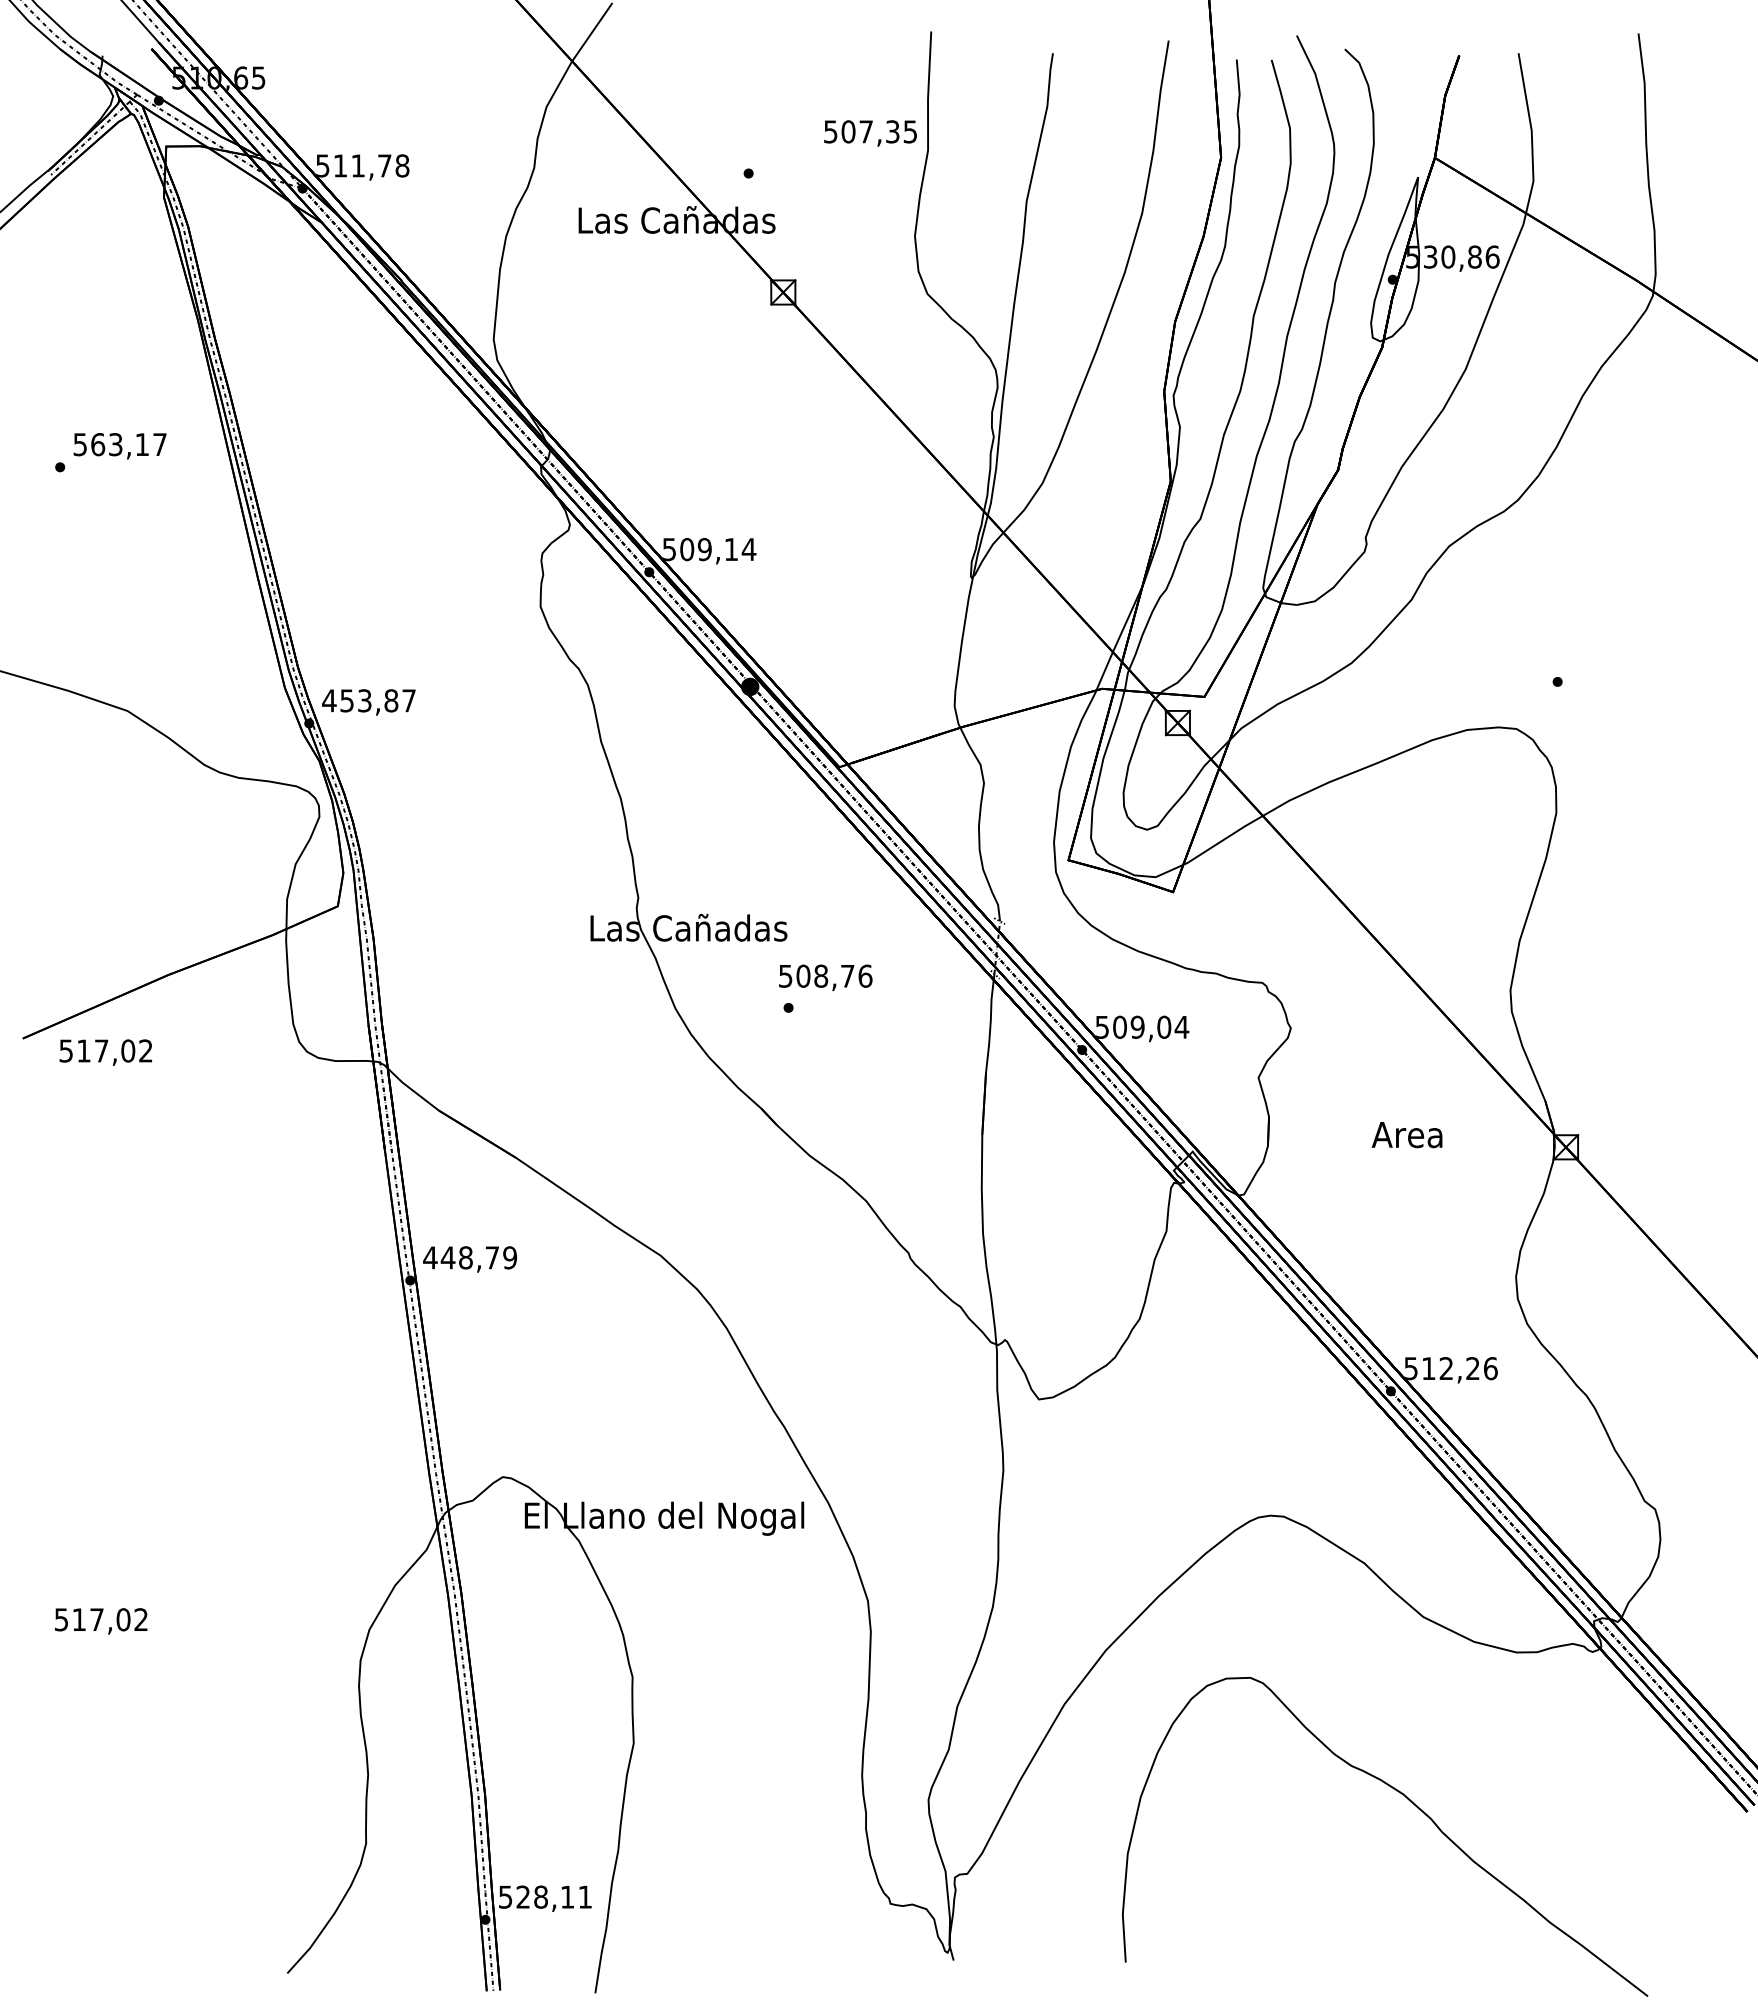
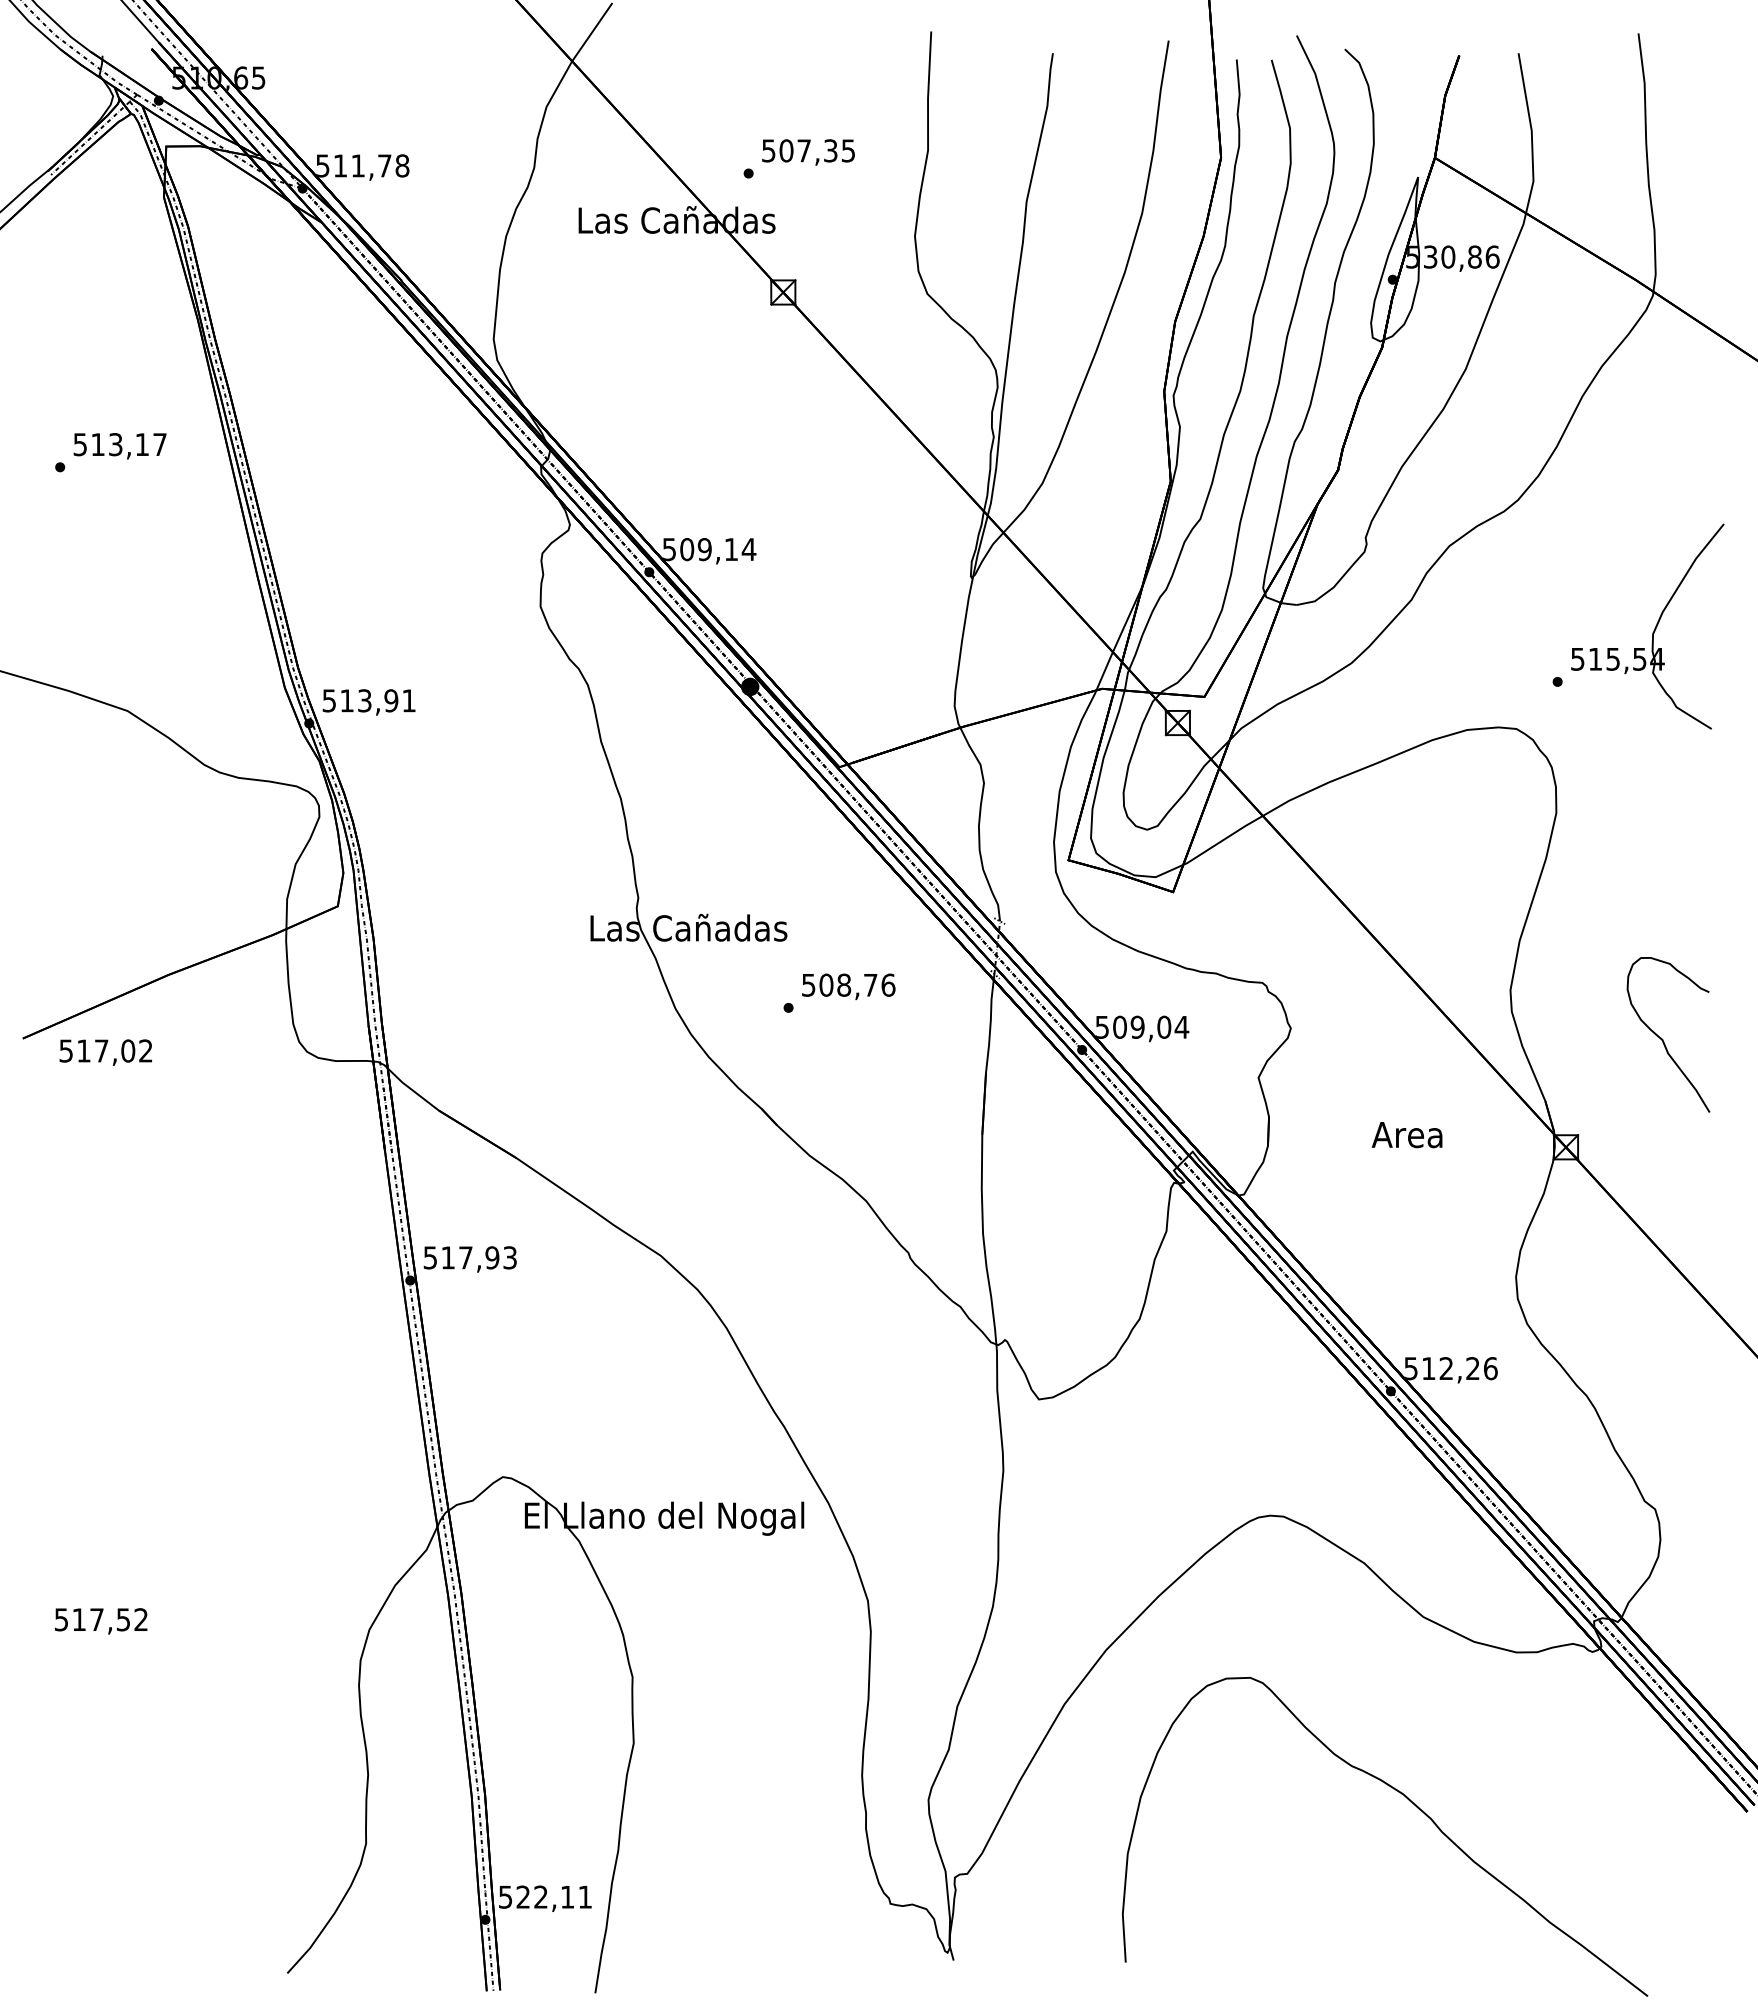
text at (870, 133) position: (870, 133) -> (808, 152)
text at (98, 444): 563,17 -> 513,17
part at (1653, 630): none -> present
text at (368, 700): 453,87 -> 513,91
text at (825, 977) position: (825, 977) -> (848, 986)
curve at (1663, 1039): none -> present
text at (470, 1257): 448,79 -> 517,93
text at (123, 1619): 517,02 -> 517,52
text at (540, 1896): 528,11 -> 522,11
